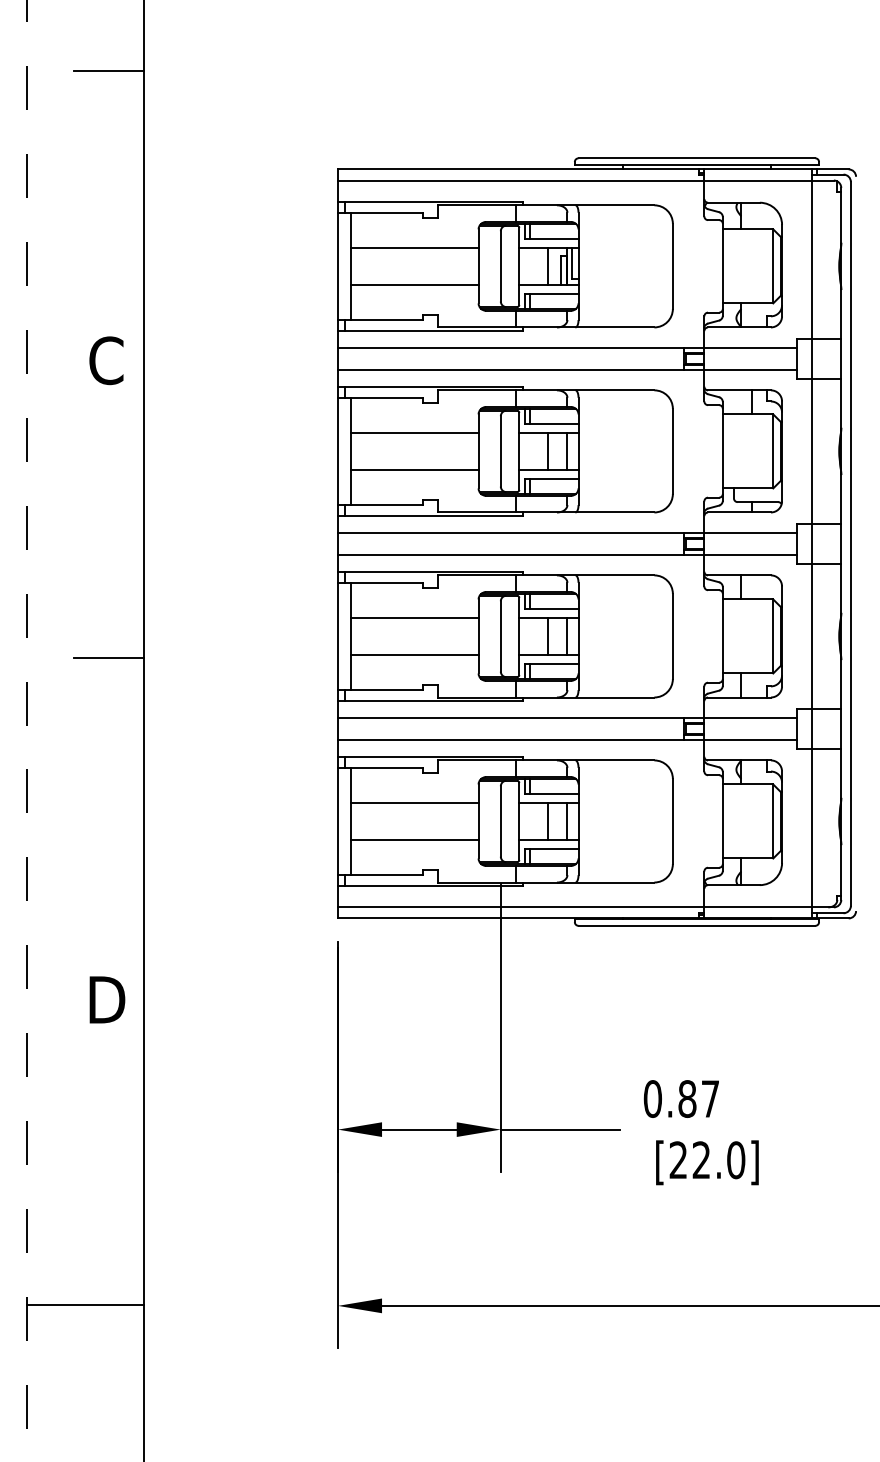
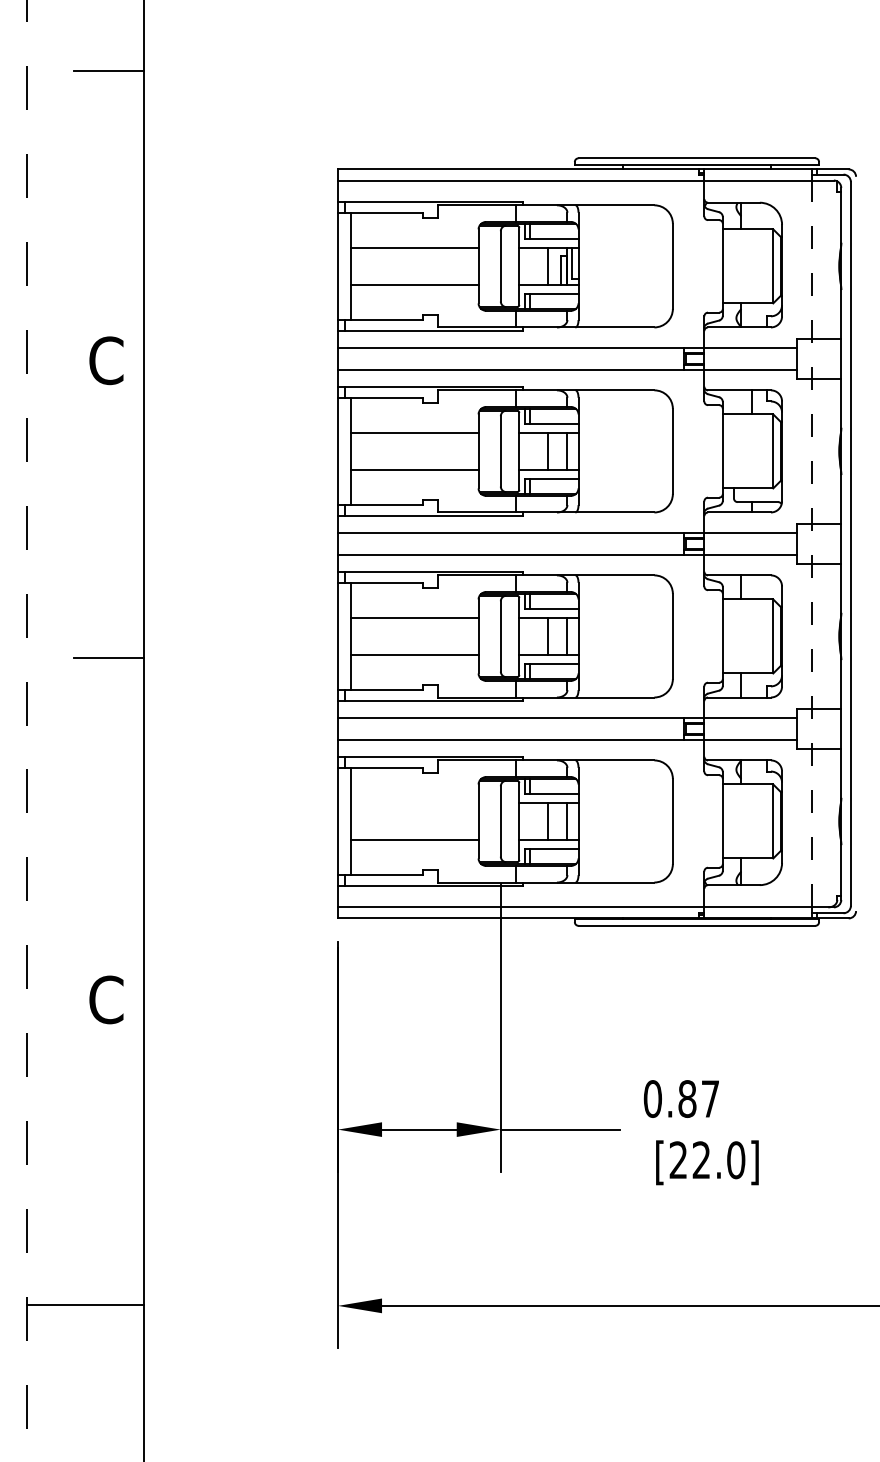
line at (811, 543): solid -> dashed
line at (414, 802): present -> none
text at (107, 999): D -> C
